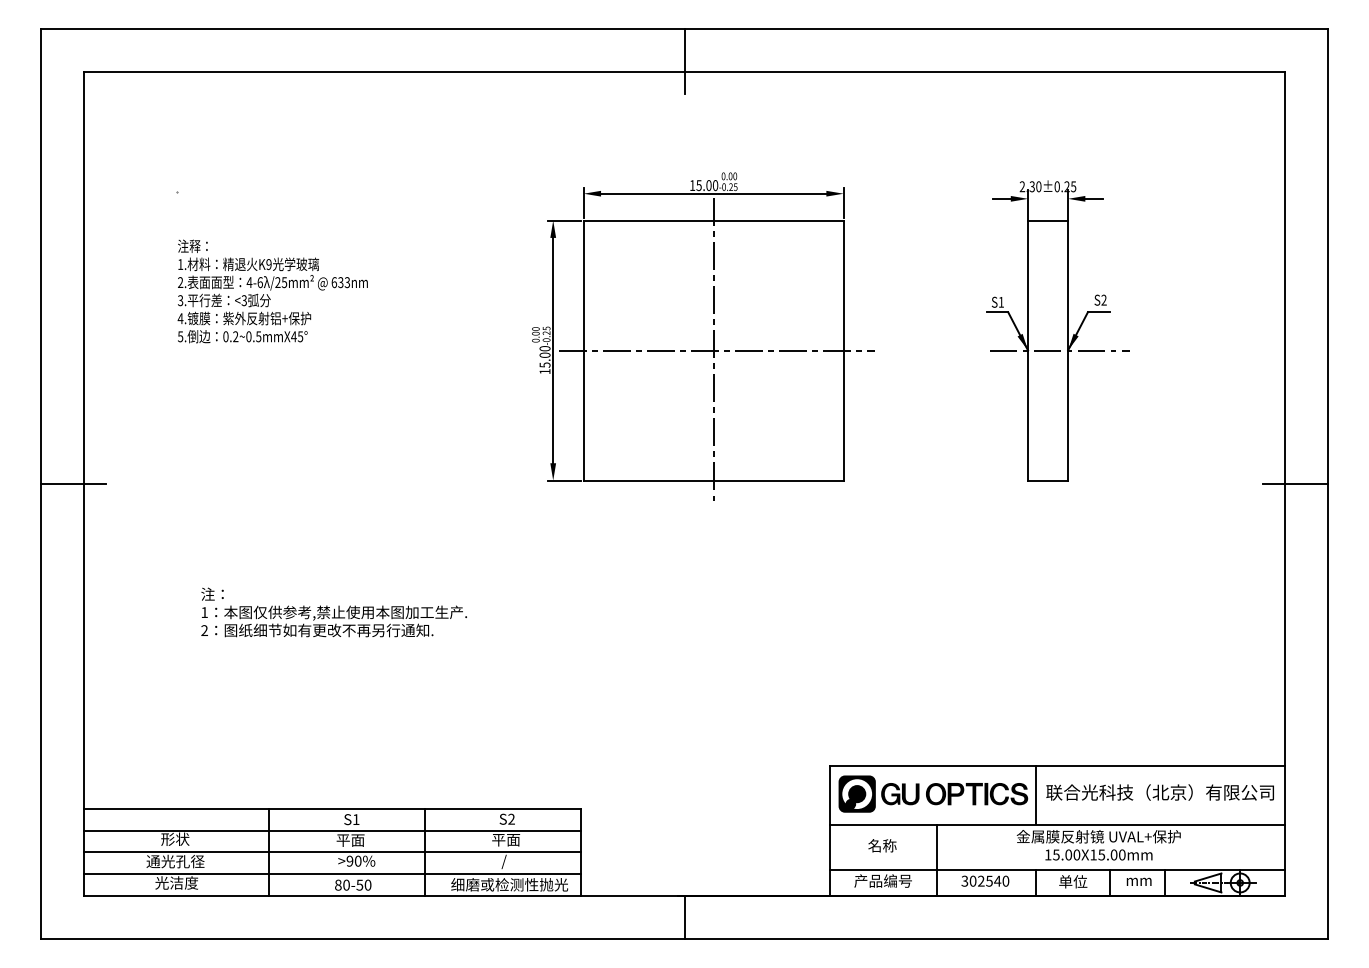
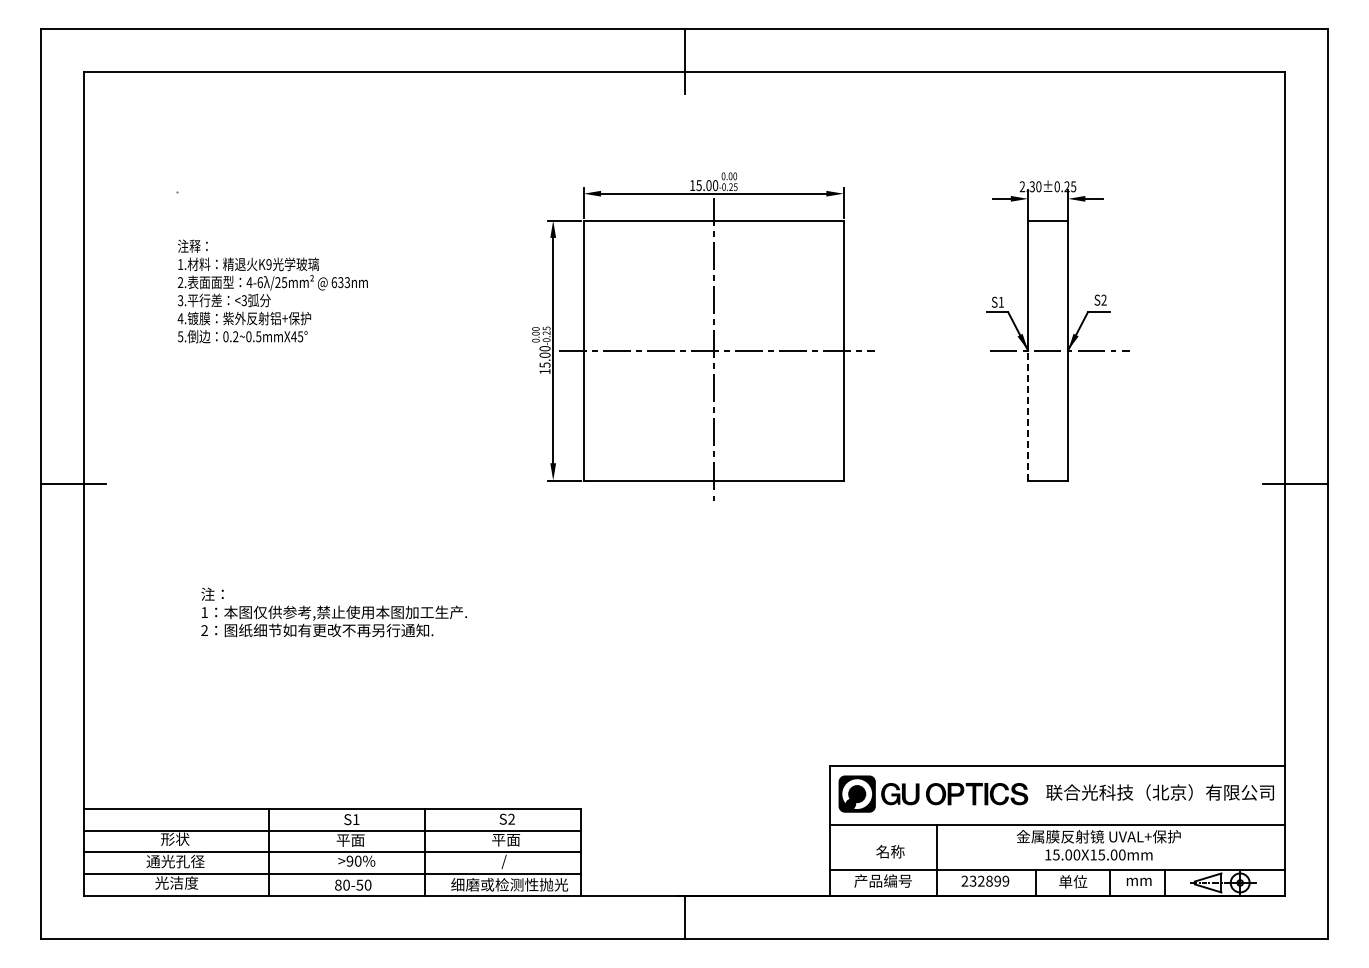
line at (1028, 415): solid -> dashed
line at (1036, 794): present -> none
text at (882, 845) position: (882, 845) -> (890, 851)
text at (985, 880): 302540 -> 232899
